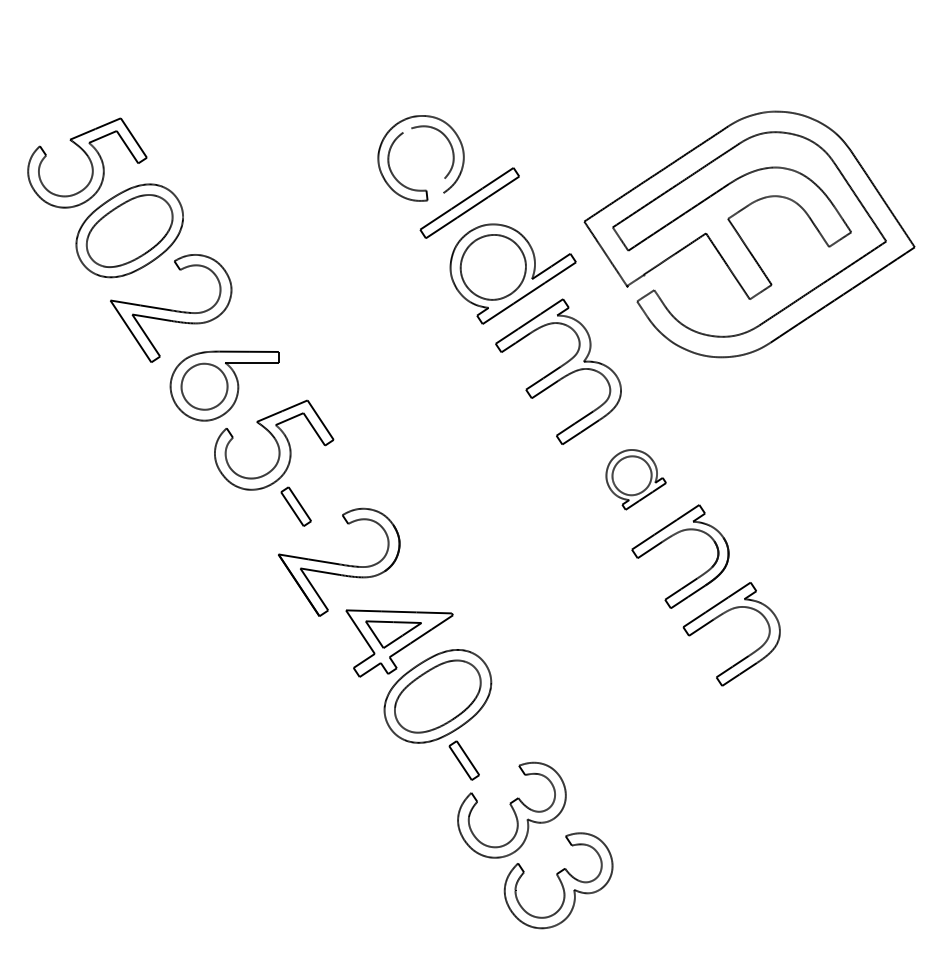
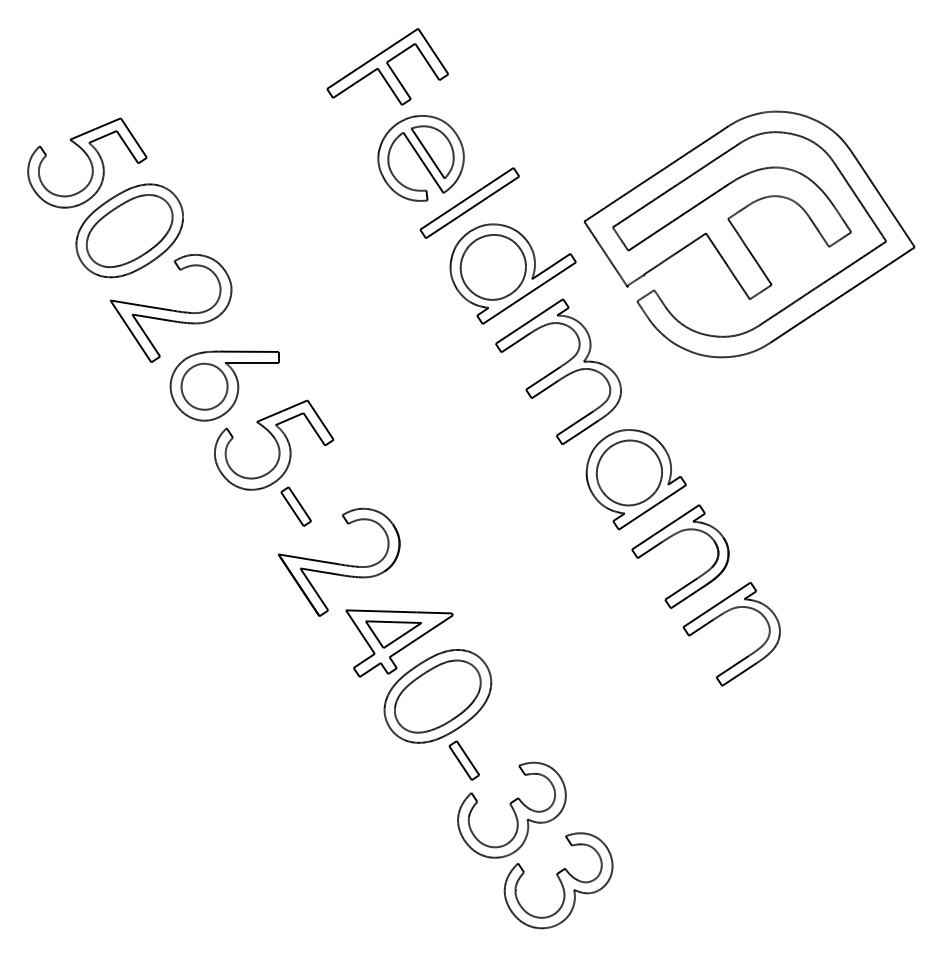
part at (387, 66): none -> present
line at (427, 153): none -> present
line at (423, 162): none -> present
part at (635, 479) size: 62x62 px -> 102x102 px
